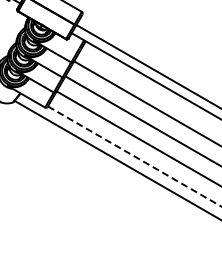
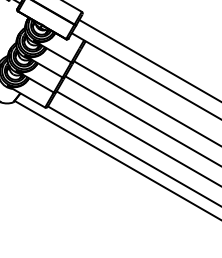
line at (147, 66) position: (147, 66) -> (148, 60)
line at (135, 156): dashed -> solid
